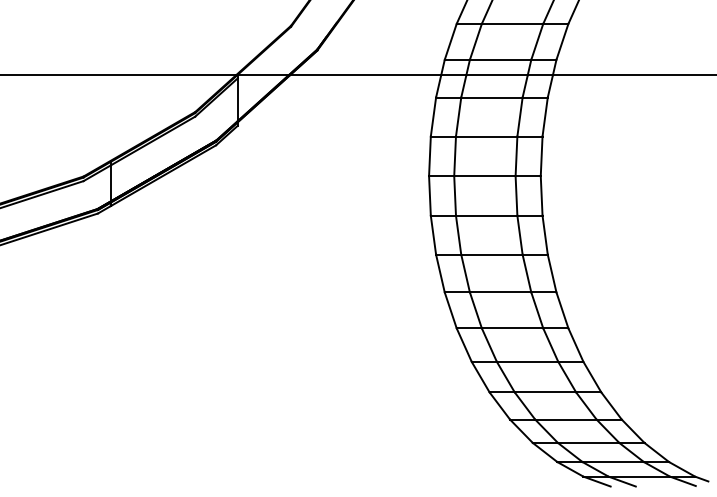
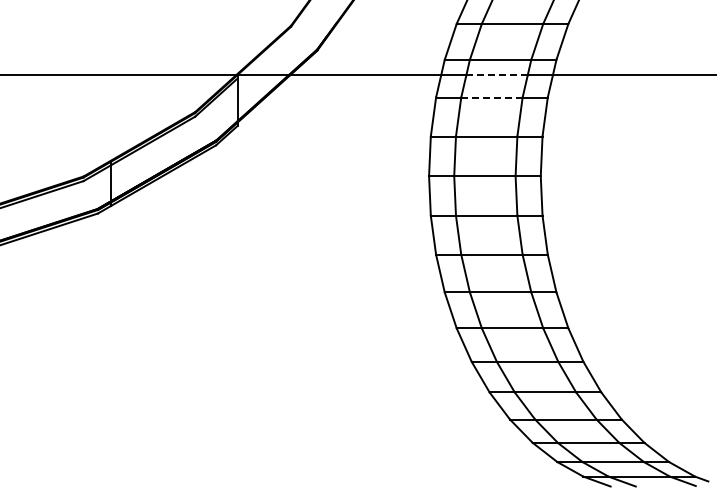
line at (497, 75): solid -> dashed
line at (491, 97): solid -> dashed
